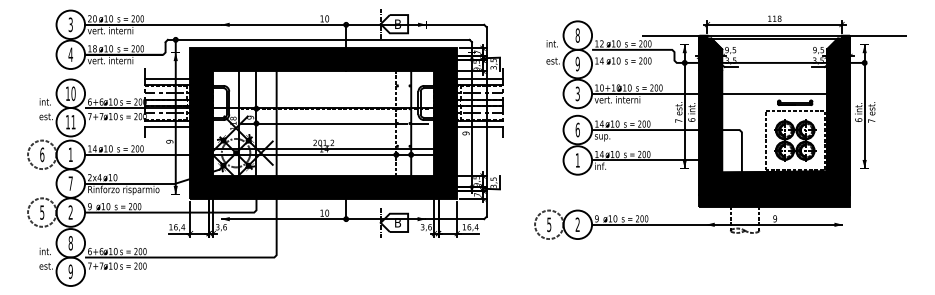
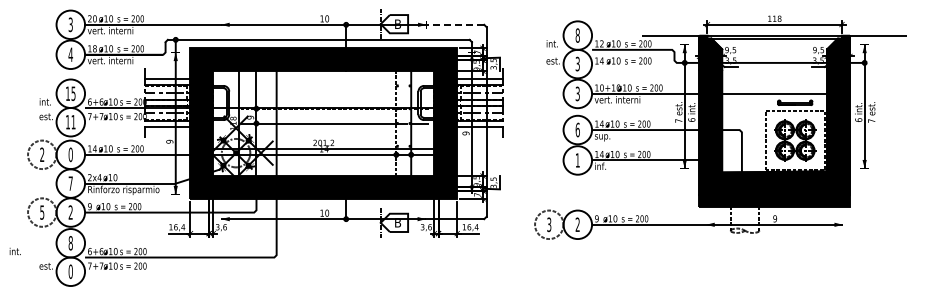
line at (455, 24): solid -> dashed
text at (577, 64): 9 -> 3
text at (73, 93): 10 -> 15
text at (42, 154): 6 -> 2
text at (70, 154): 1 -> 0
text at (549, 223): 5 -> 3
text at (44, 251) position: (44, 251) -> (14, 251)
text at (70, 271): 9 -> 0
